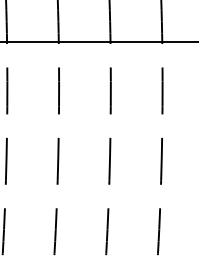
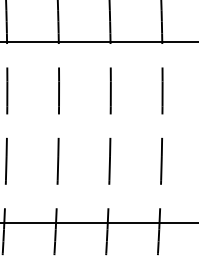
line at (98, 222): none -> present
